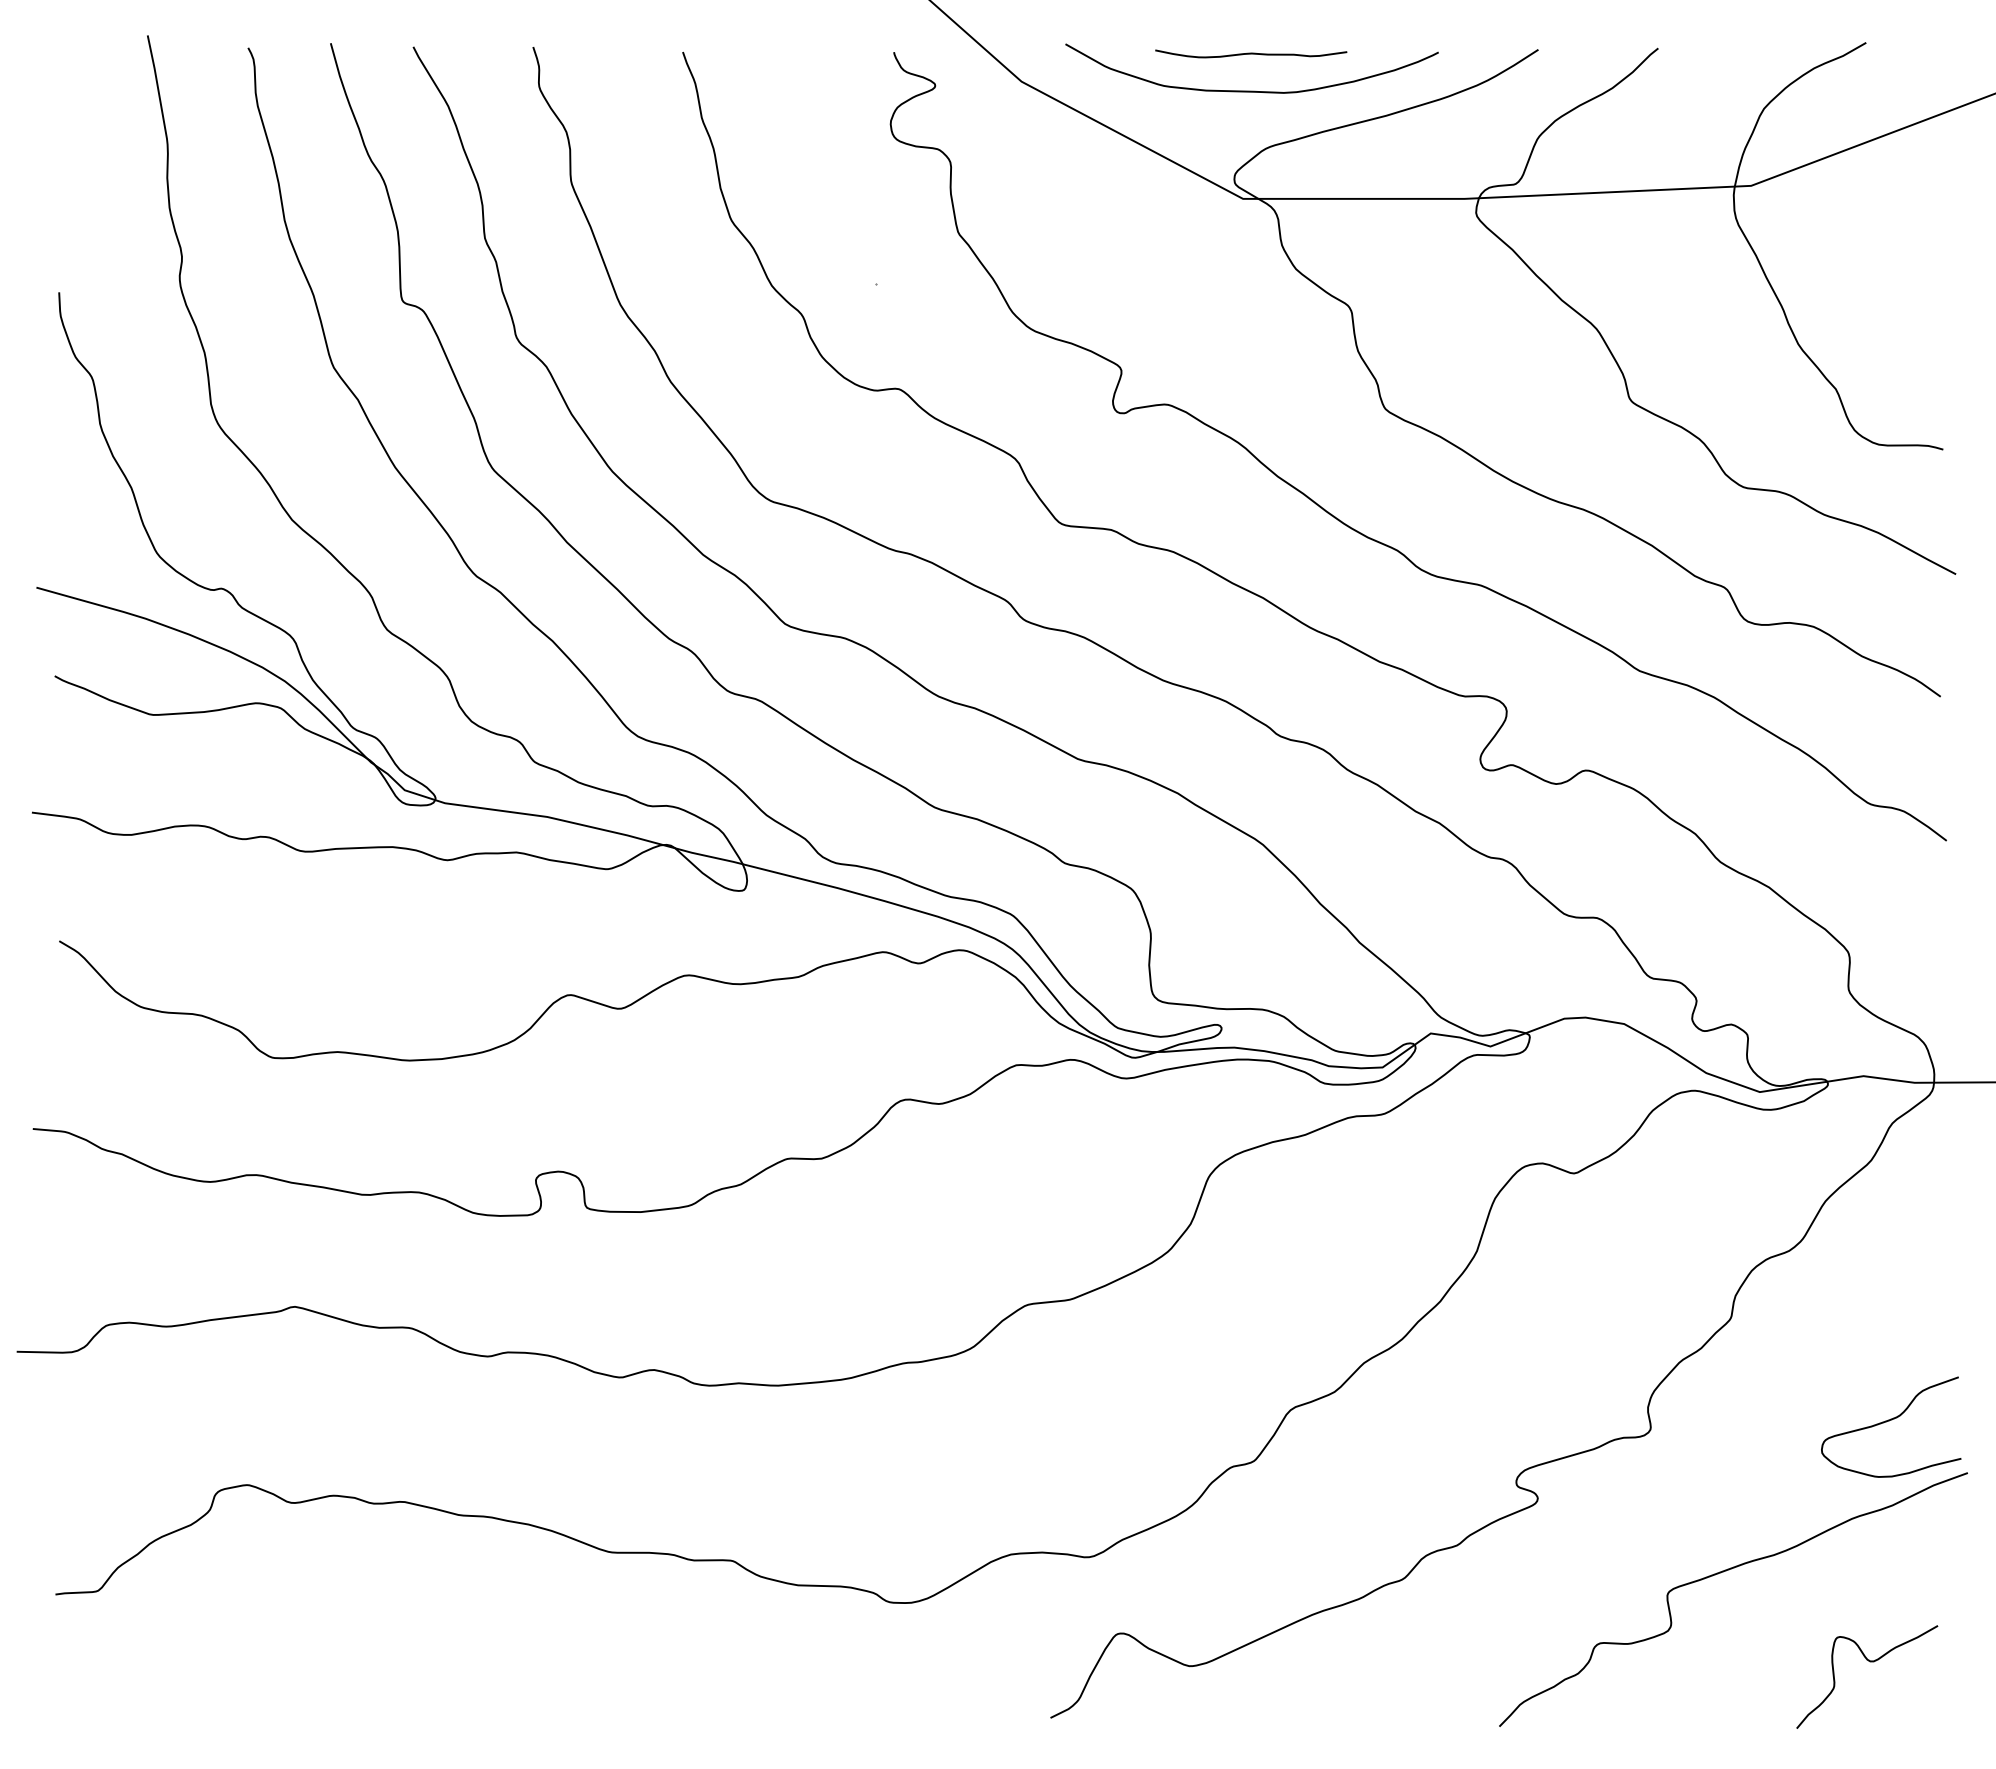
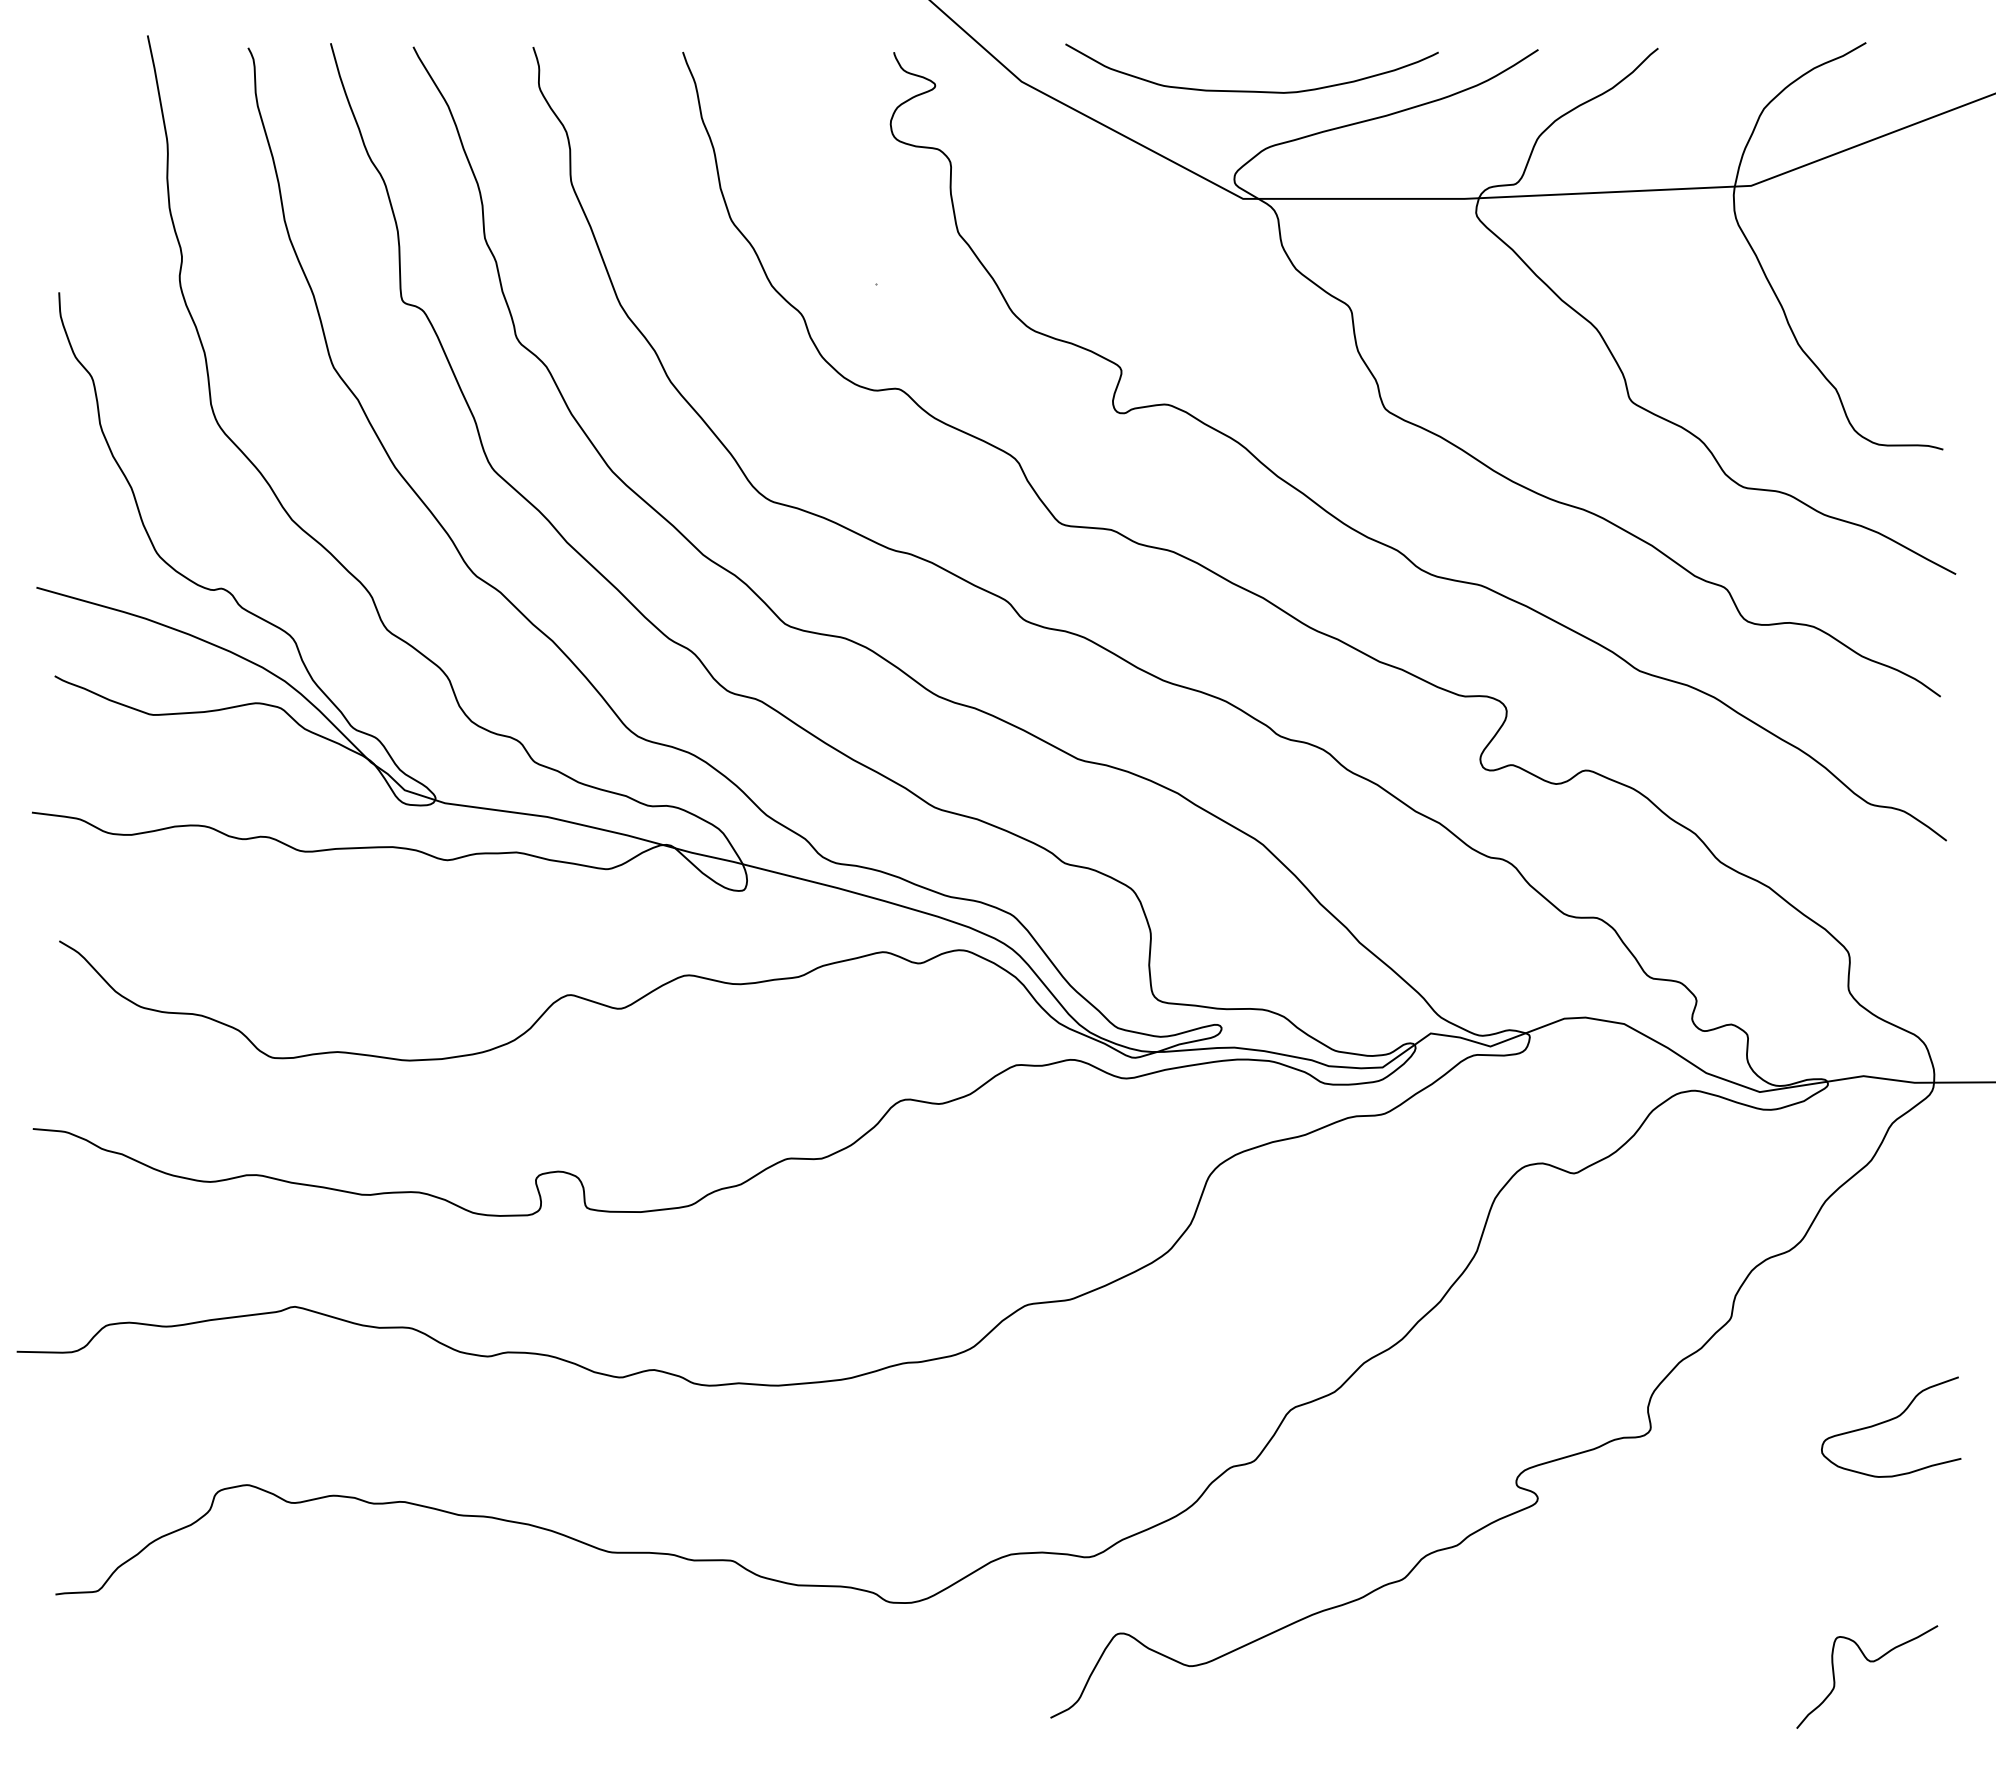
curve at (1251, 53): present -> none
curve at (1723, 1572): present -> none
